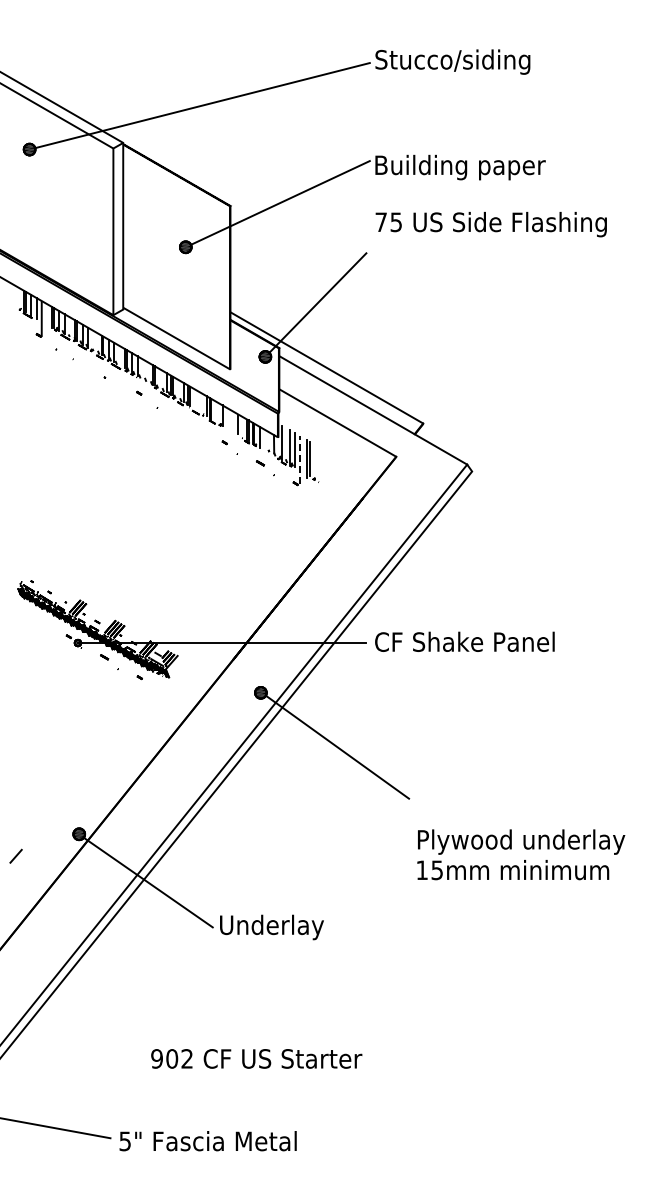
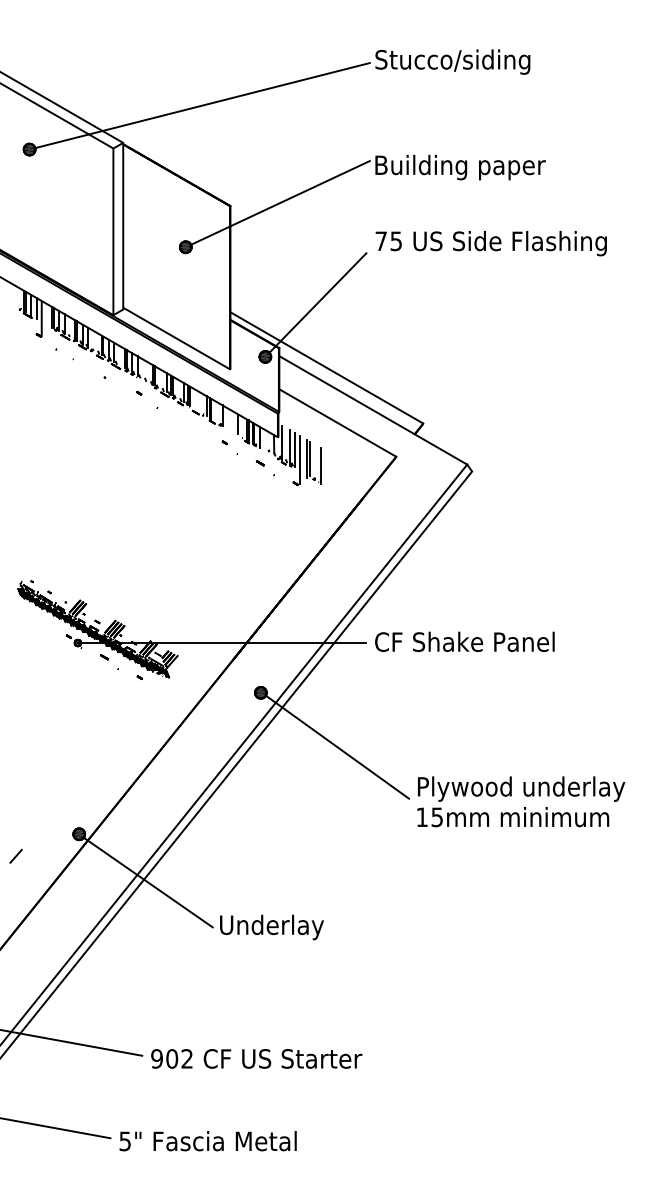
text at (490, 224) position: (490, 224) -> (490, 243)
line at (299, 459): dashed -> solid
line at (321, 466): none -> present
text at (521, 854) position: (521, 854) -> (521, 801)
line at (72, 1042): none -> present
